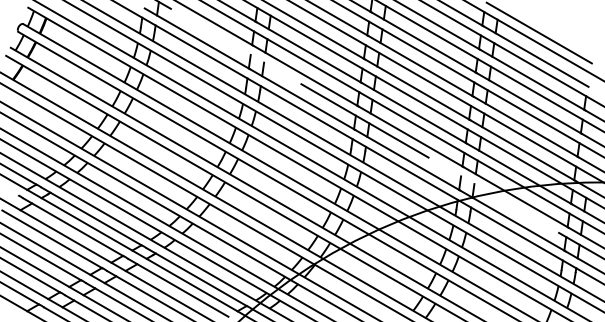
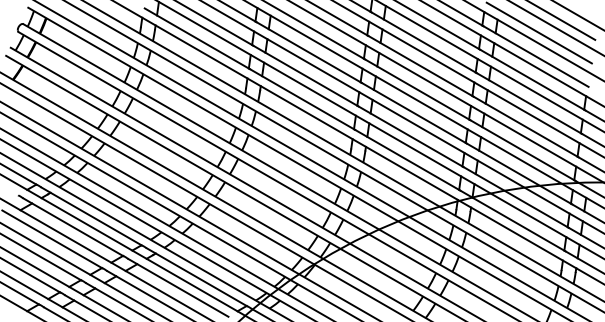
line at (578, 15): none -> present
line at (562, 20): none -> present
line at (556, 28): none -> present
line at (380, 129): dashed -> solid
